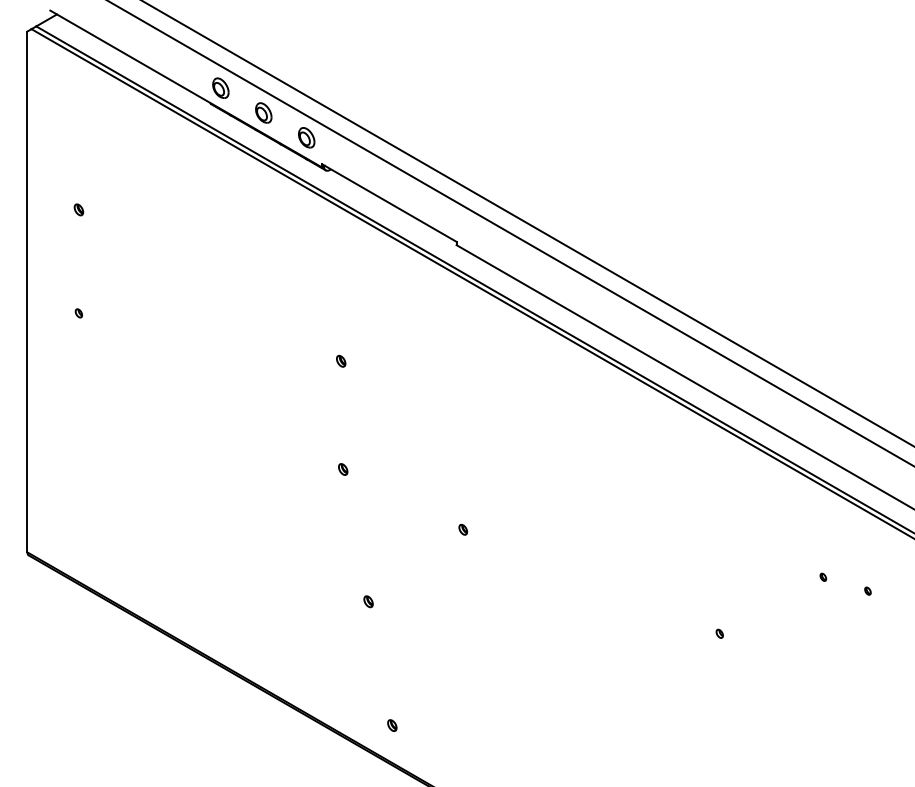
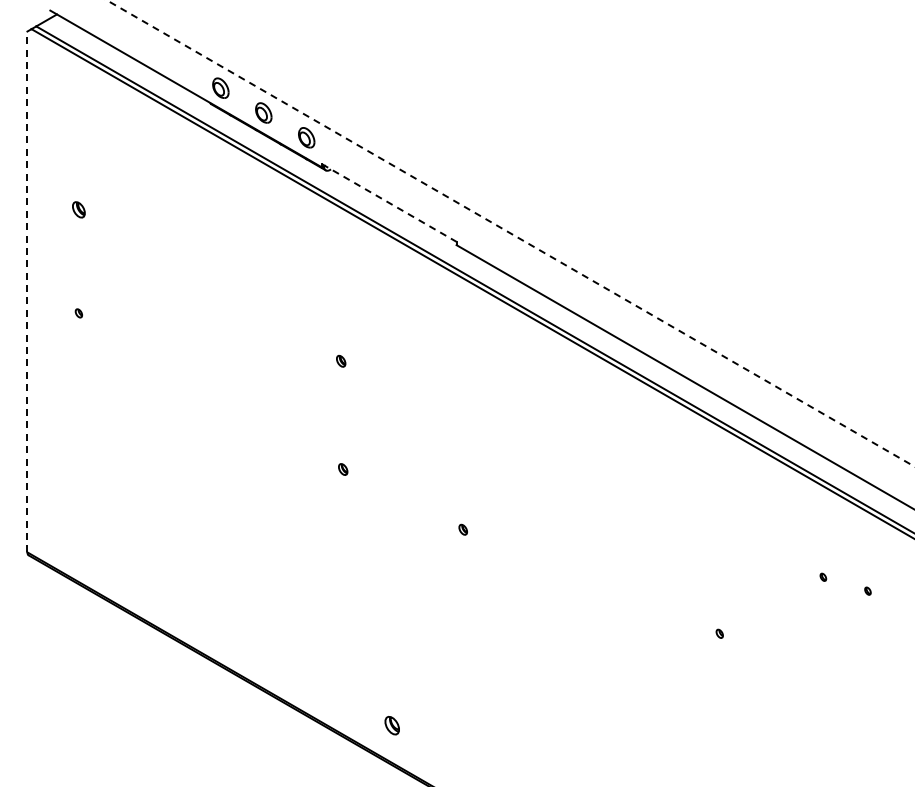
line at (389, 203): solid -> dashed
part at (78, 209) size: 12x14 px -> 14x18 px
line at (527, 223): present -> none
line at (510, 233): solid -> dashed
line at (27, 291): solid -> dashed
part at (368, 601): present -> none
part at (392, 725) size: 11x13 px -> 16x20 px
